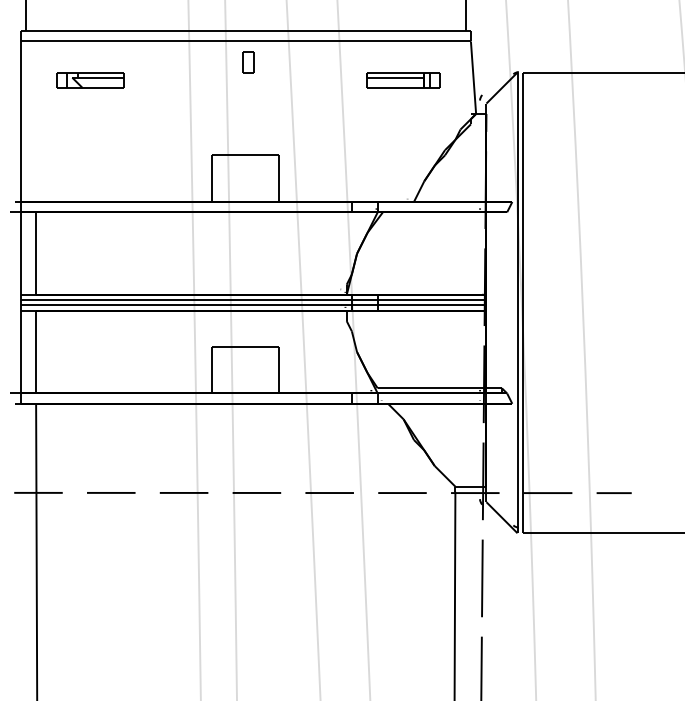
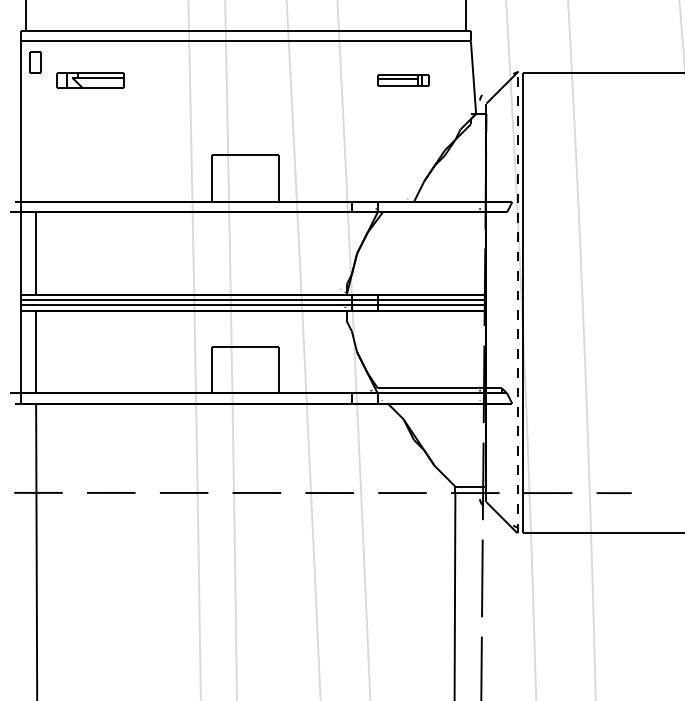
part at (248, 62) position: (248, 62) -> (35, 62)
part at (403, 80) size: 75x17 px -> 53x13 px
line at (517, 302): solid -> dashed
